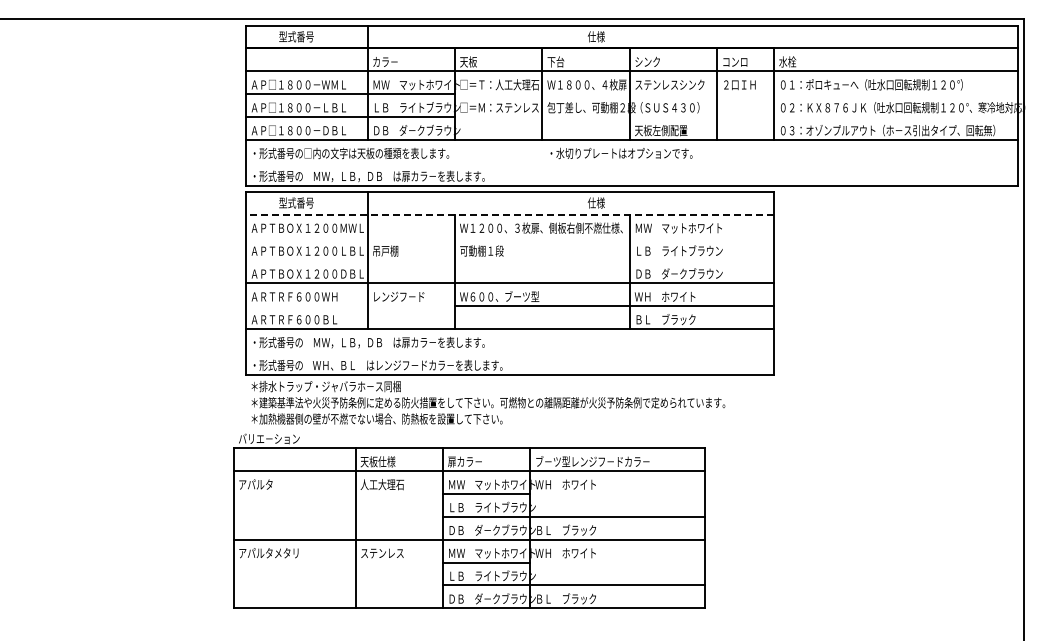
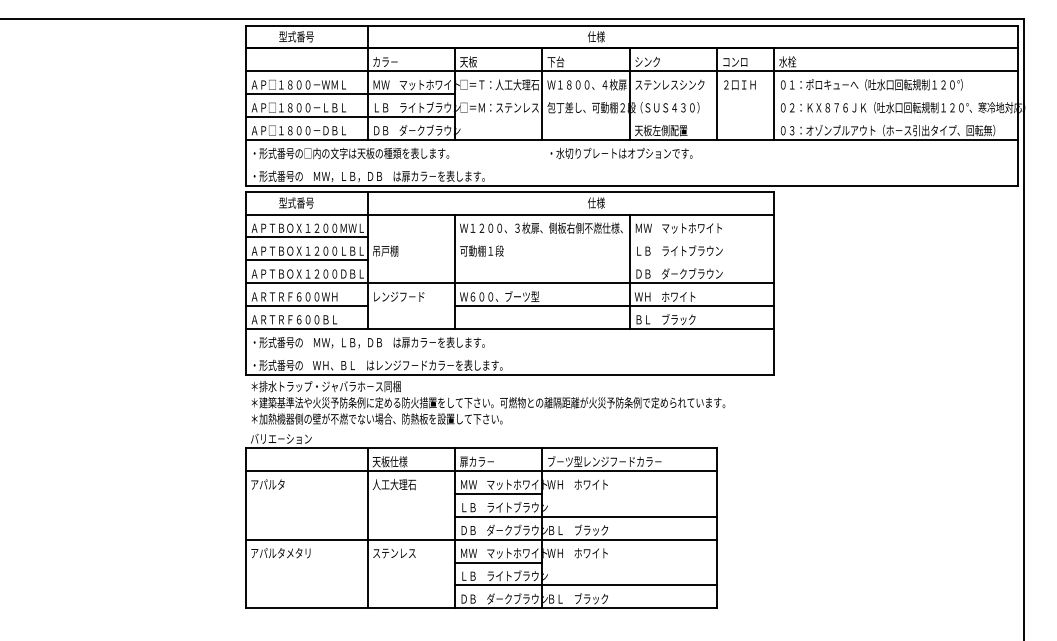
line at (509, 214): dashed -> solid
line at (306, 237): none -> present
line at (306, 260): none -> present
line at (306, 306): none -> present
part at (469, 520) position: (469, 520) -> (481, 520)
